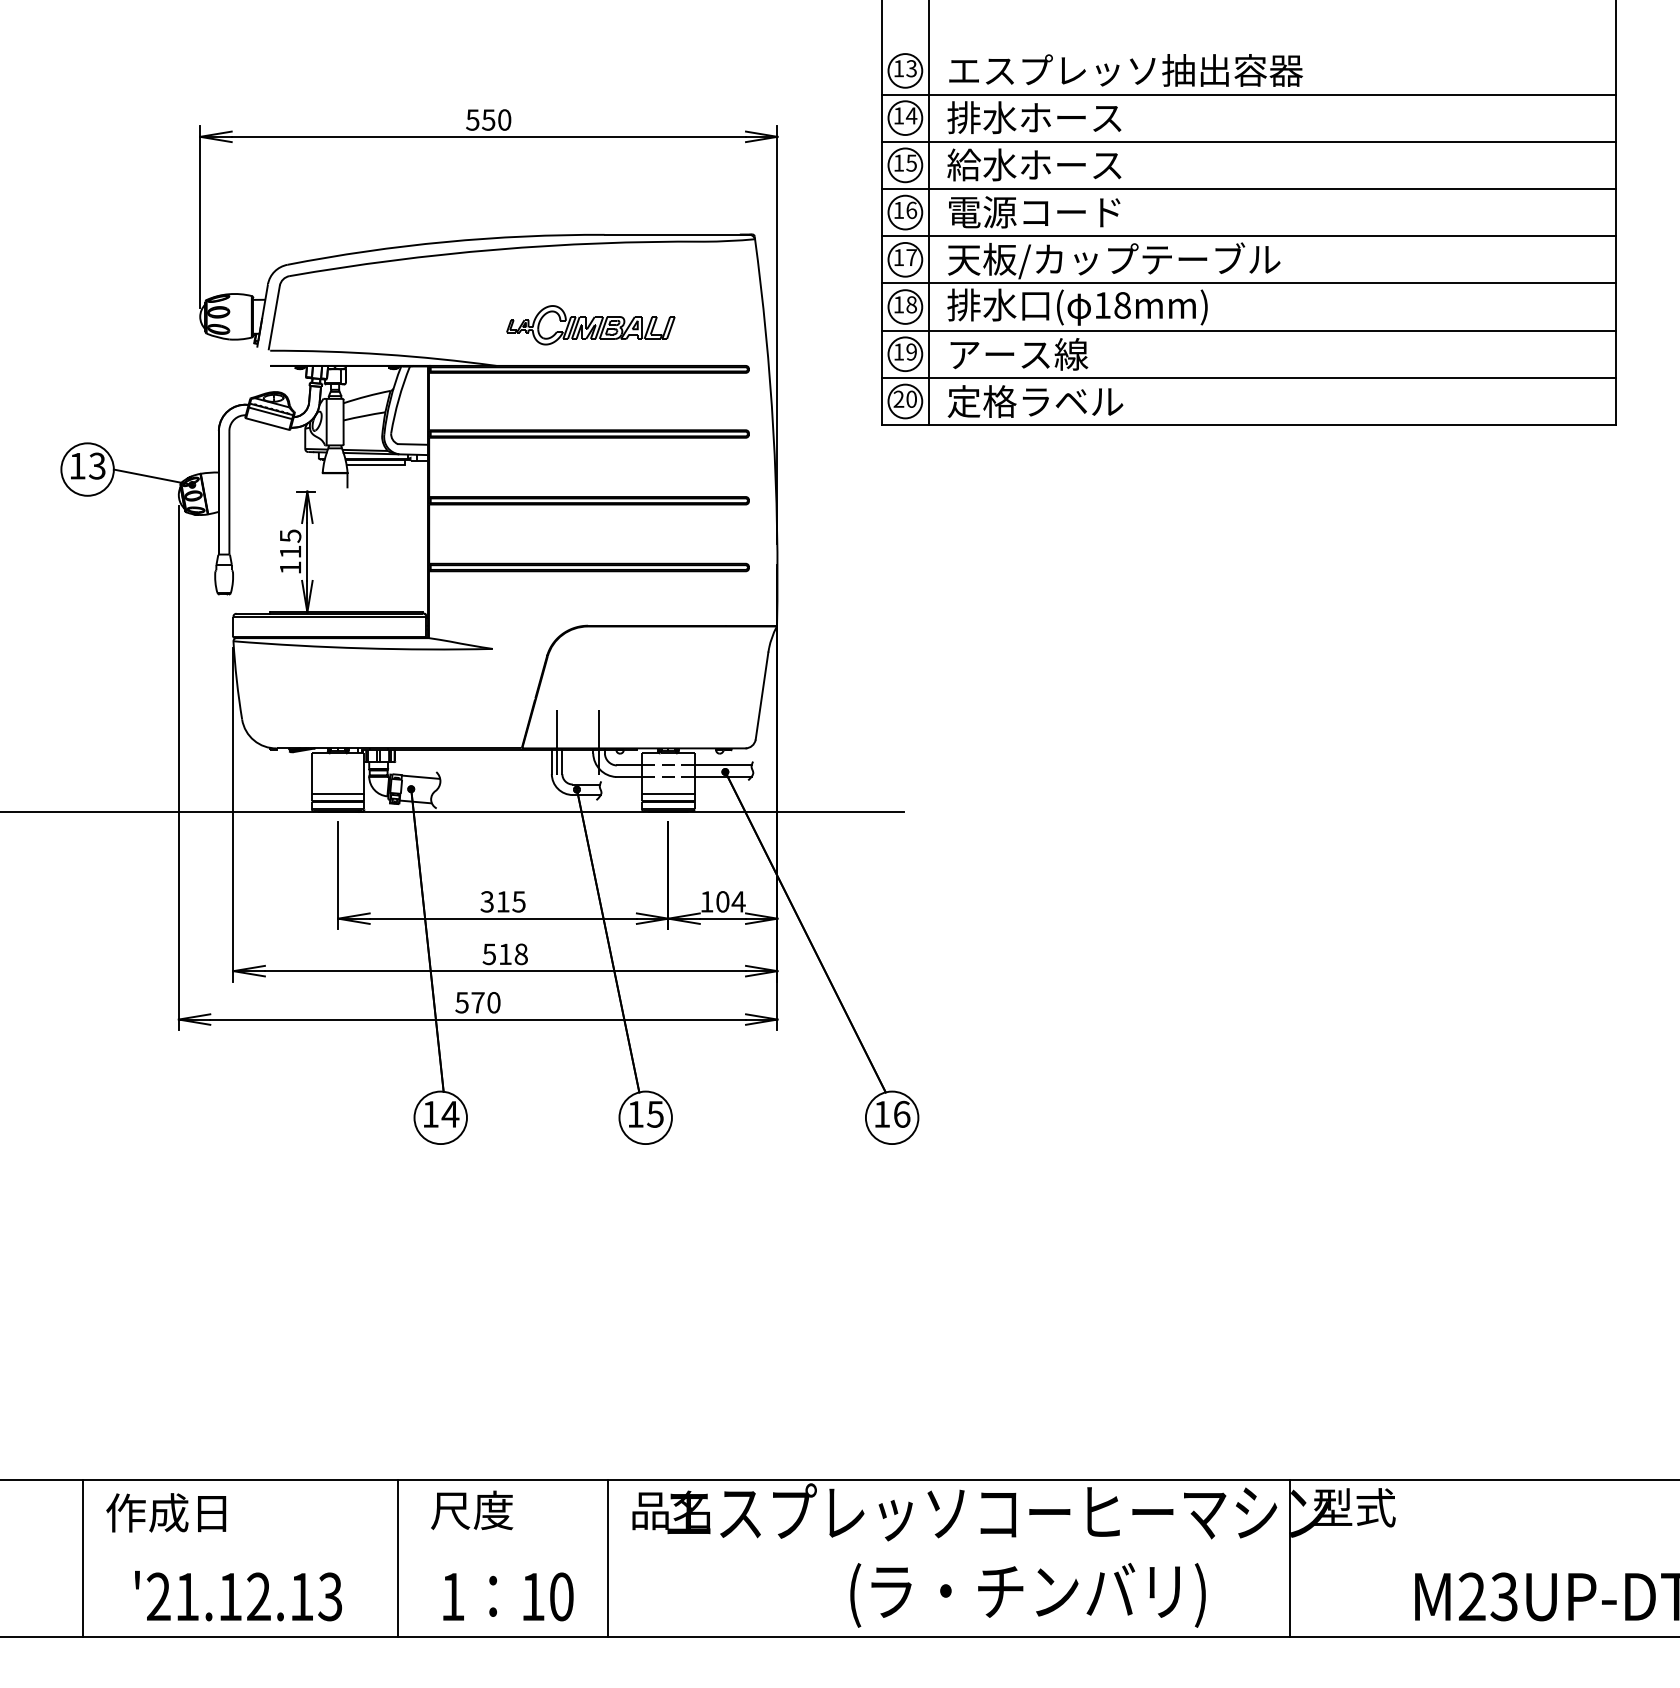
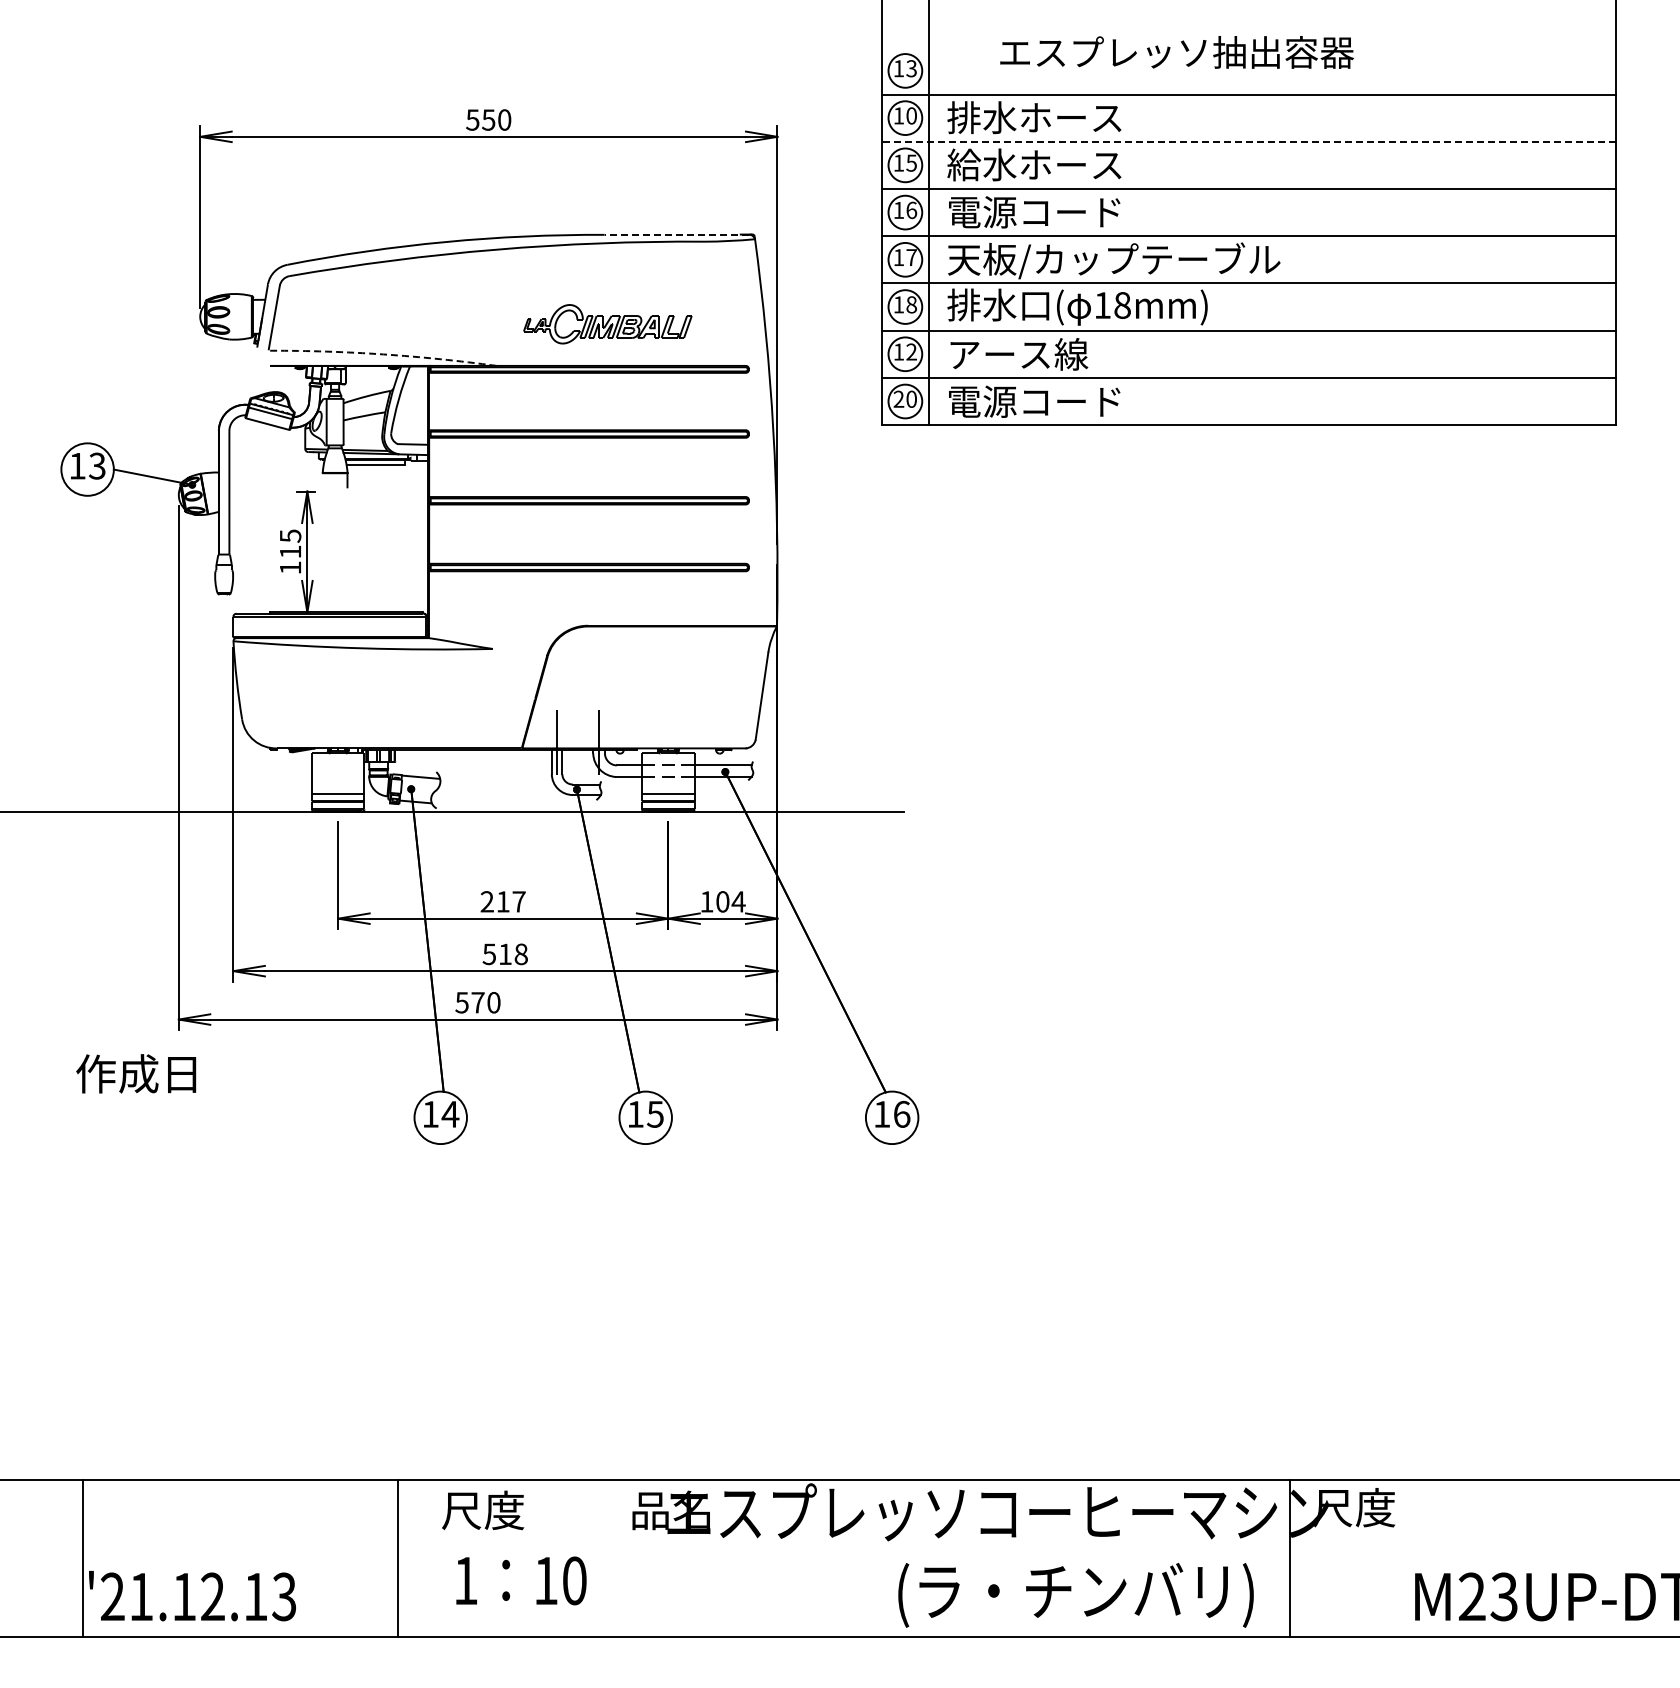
text at (1125, 70) position: (1125, 70) -> (1176, 52)
text at (911, 115): 14 -> 10
line at (1248, 141): solid -> dashed
line at (676, 234): solid -> dashed
part at (590, 325) position: (590, 325) -> (607, 324)
text at (911, 351): 19 -> 12
arc at (383, 354): solid -> dashed
text at (1035, 401): 定格ラベル -> 電源コード
text at (502, 901): 315 -> 217
text at (1354, 1507): 型式 -> 尺度
text at (472, 1510) position: (472, 1510) -> (483, 1510)
text at (166, 1512) position: (166, 1512) -> (136, 1073)
line at (608, 1558): present -> none
text at (1027, 1595) position: (1027, 1595) -> (1075, 1595)
text at (238, 1596) position: (238, 1596) -> (192, 1596)
text at (508, 1596) position: (508, 1596) -> (521, 1580)
